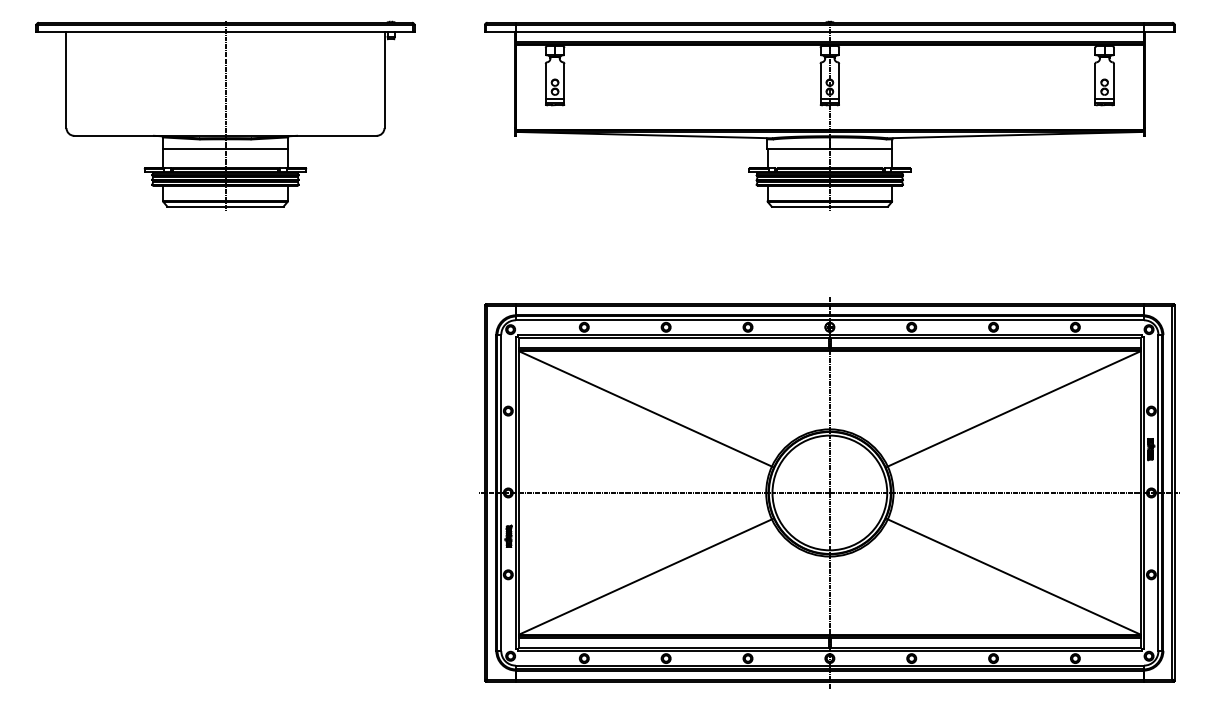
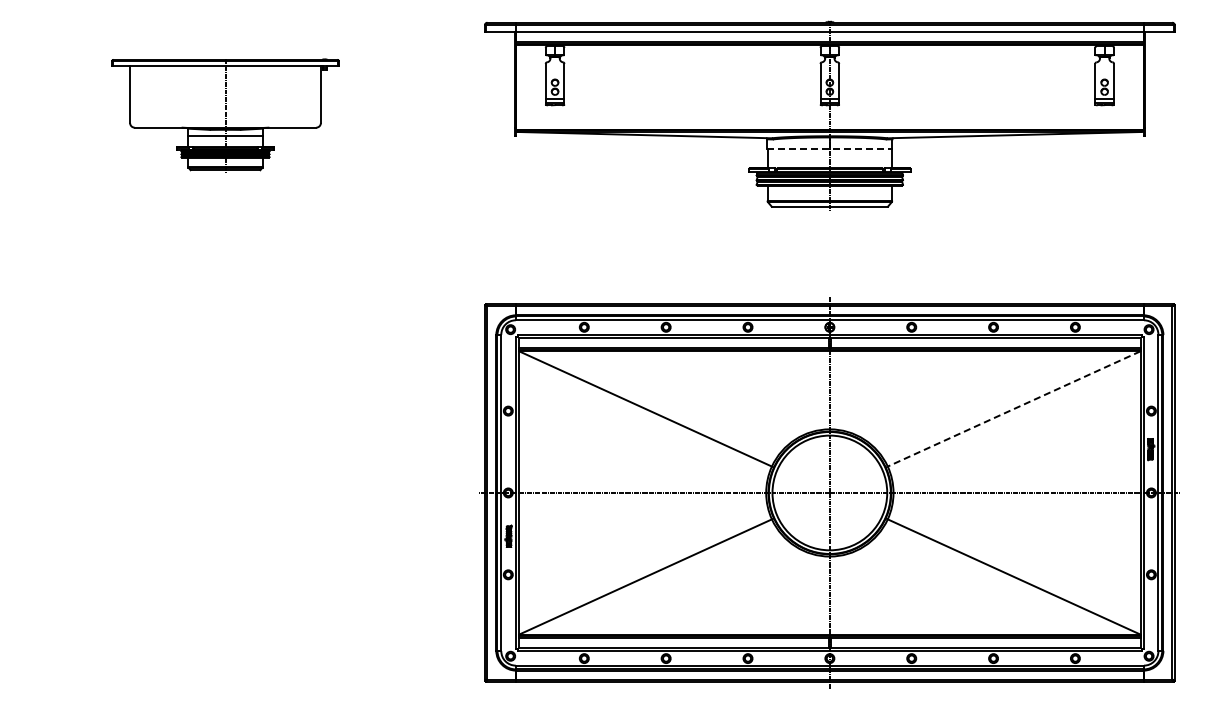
part at (225, 115) size: 381x191 px -> 229x115 px
line at (829, 149): solid -> dashed
line at (1014, 408): solid -> dashed
